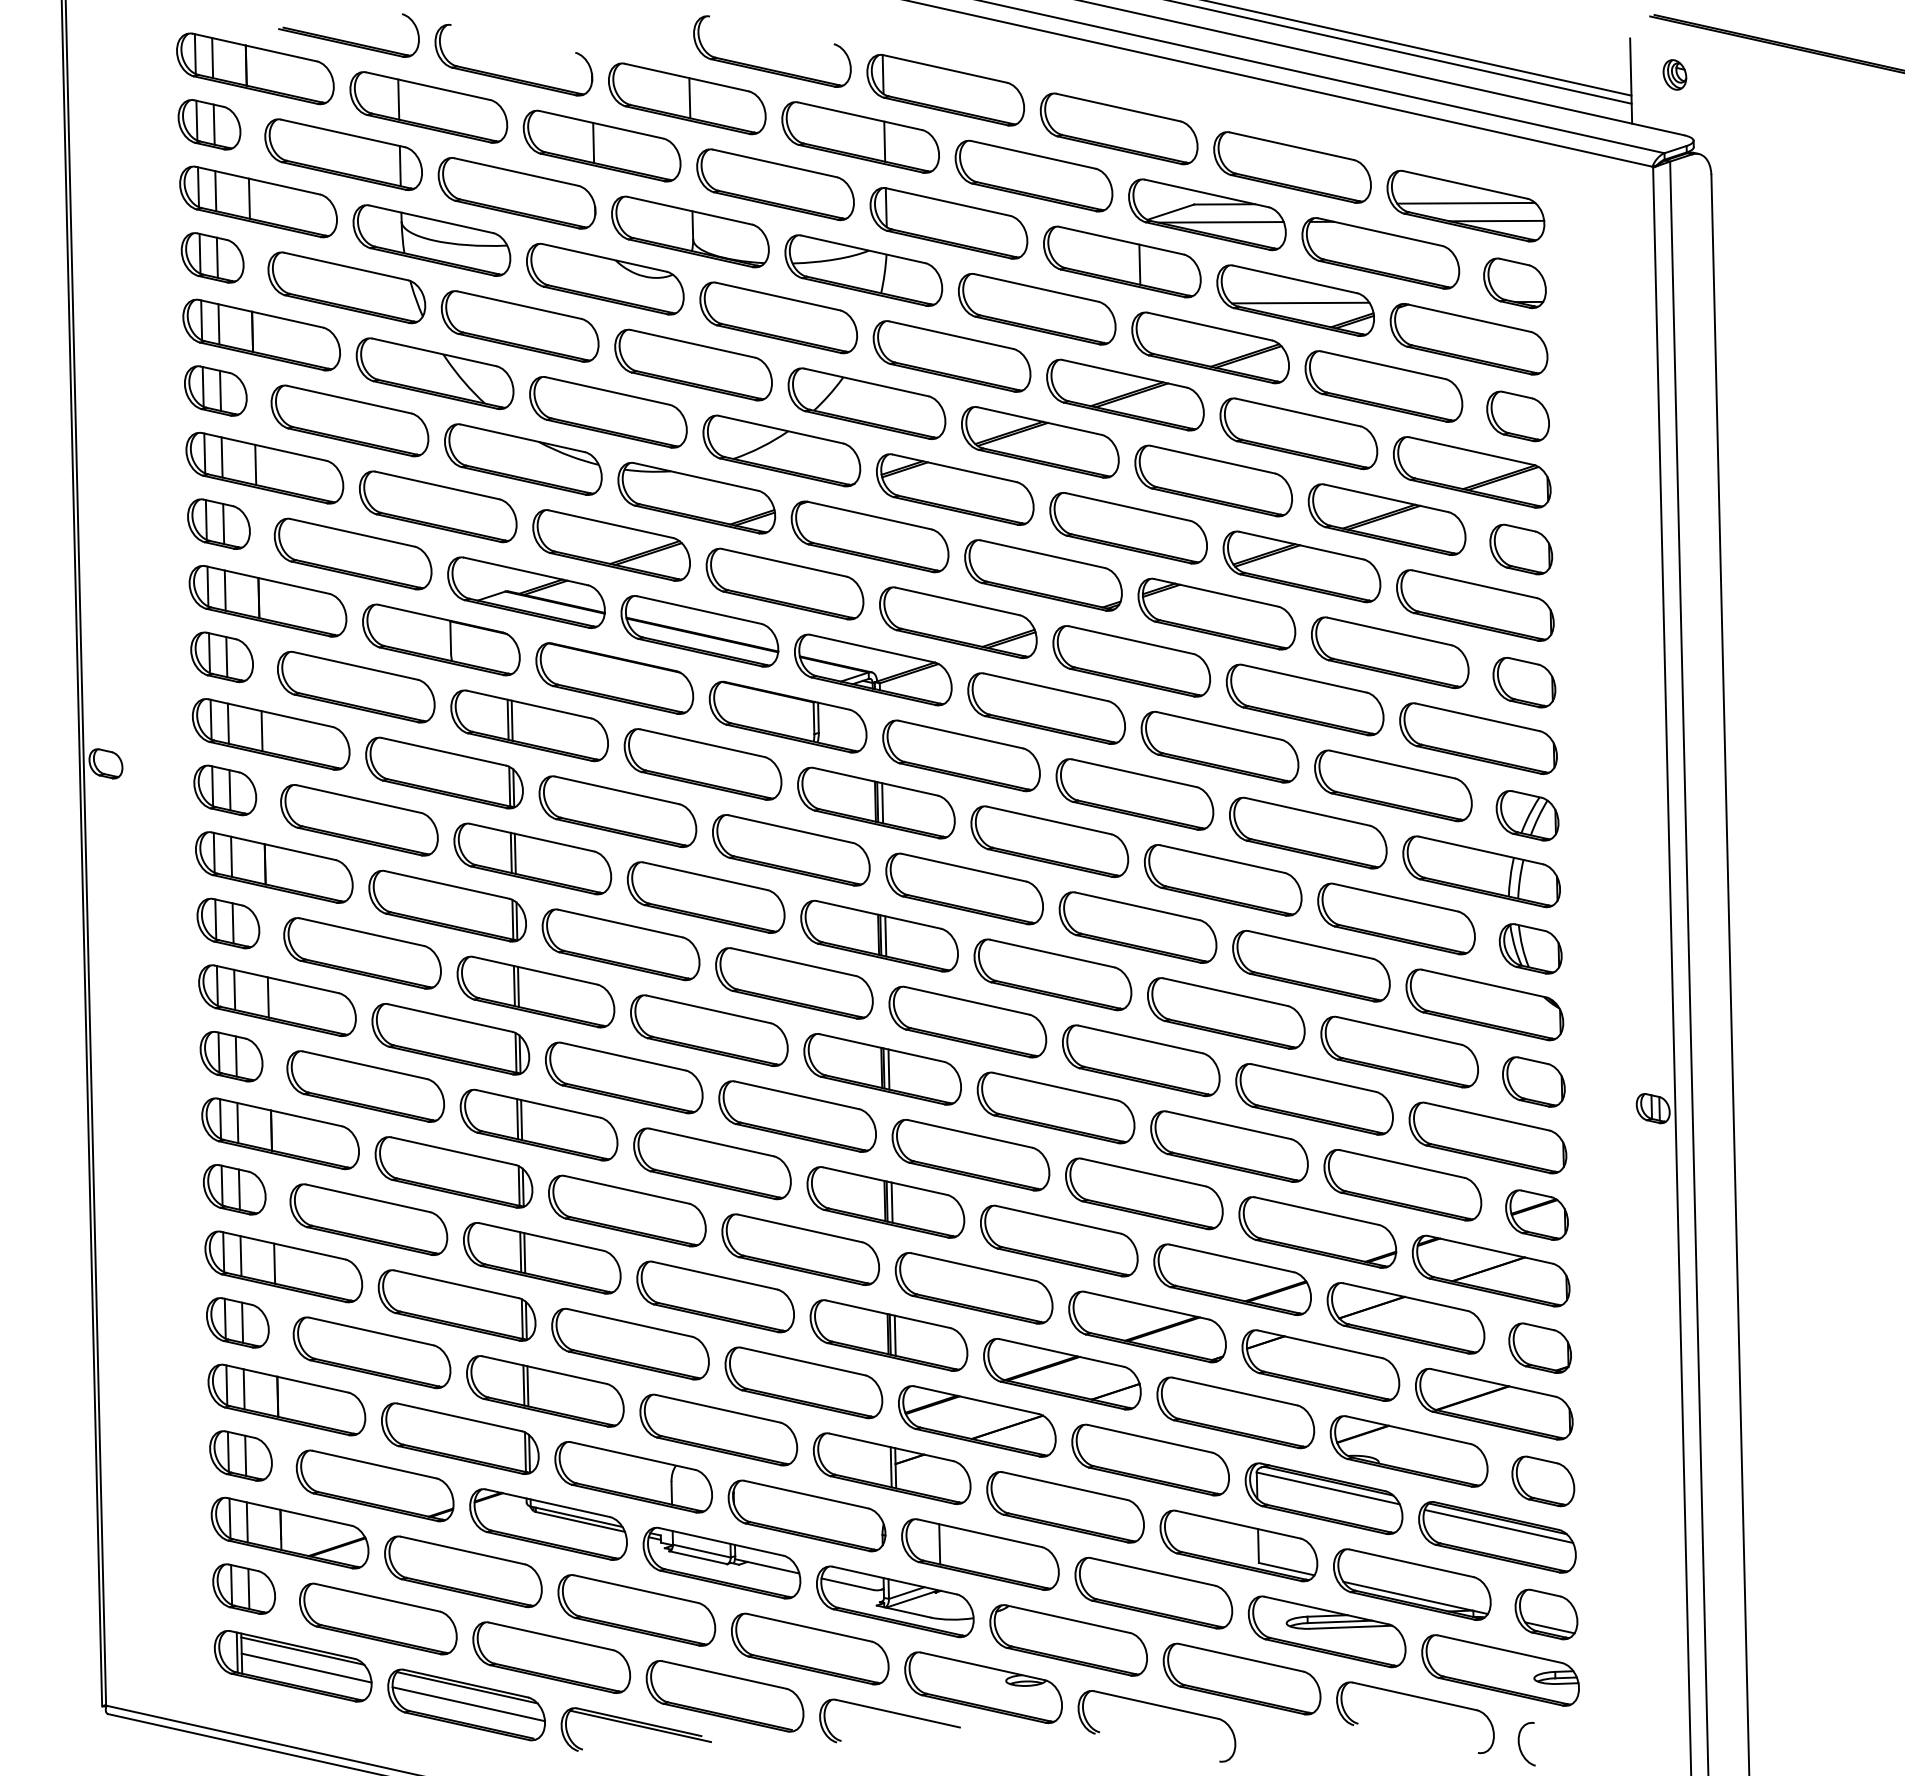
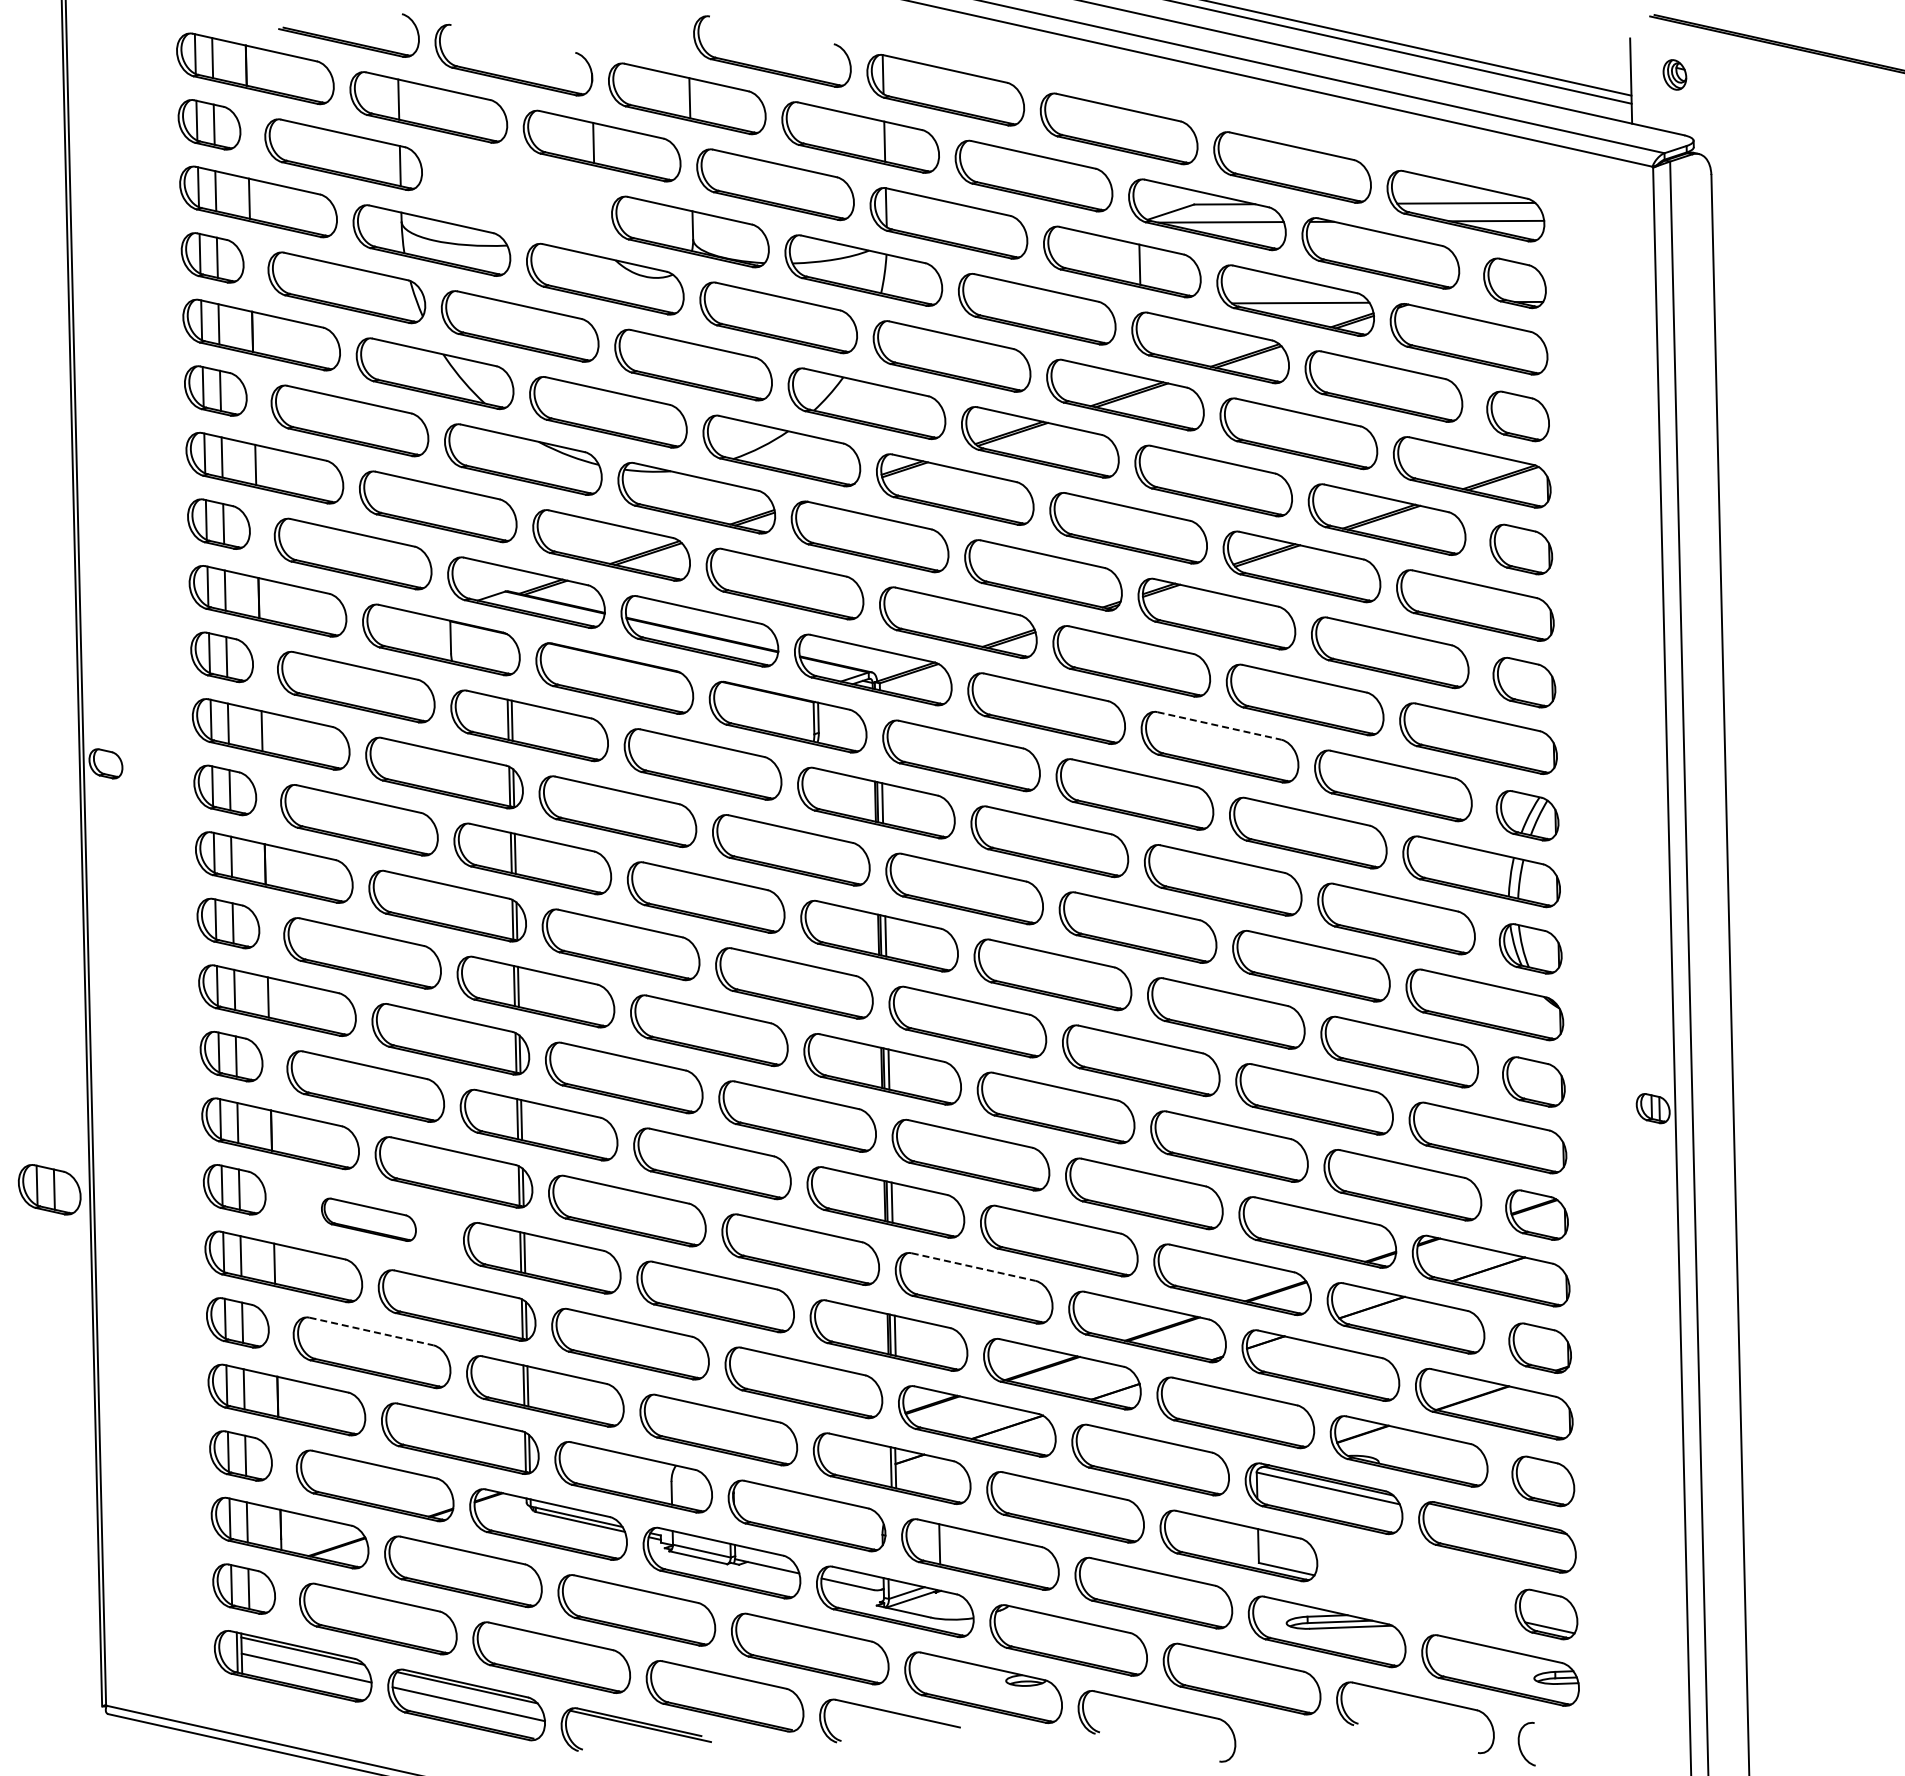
part at (516, 193): present -> none
line at (1220, 726): solid -> dashed
part at (49, 1189): none -> present
part at (368, 1219) size: 160x74 px -> 96x45 px
line at (974, 1267): solid -> dashed
line at (372, 1331): solid -> dashed
line at (1498, 1525): present -> none
part at (1412, 1584): present -> none
